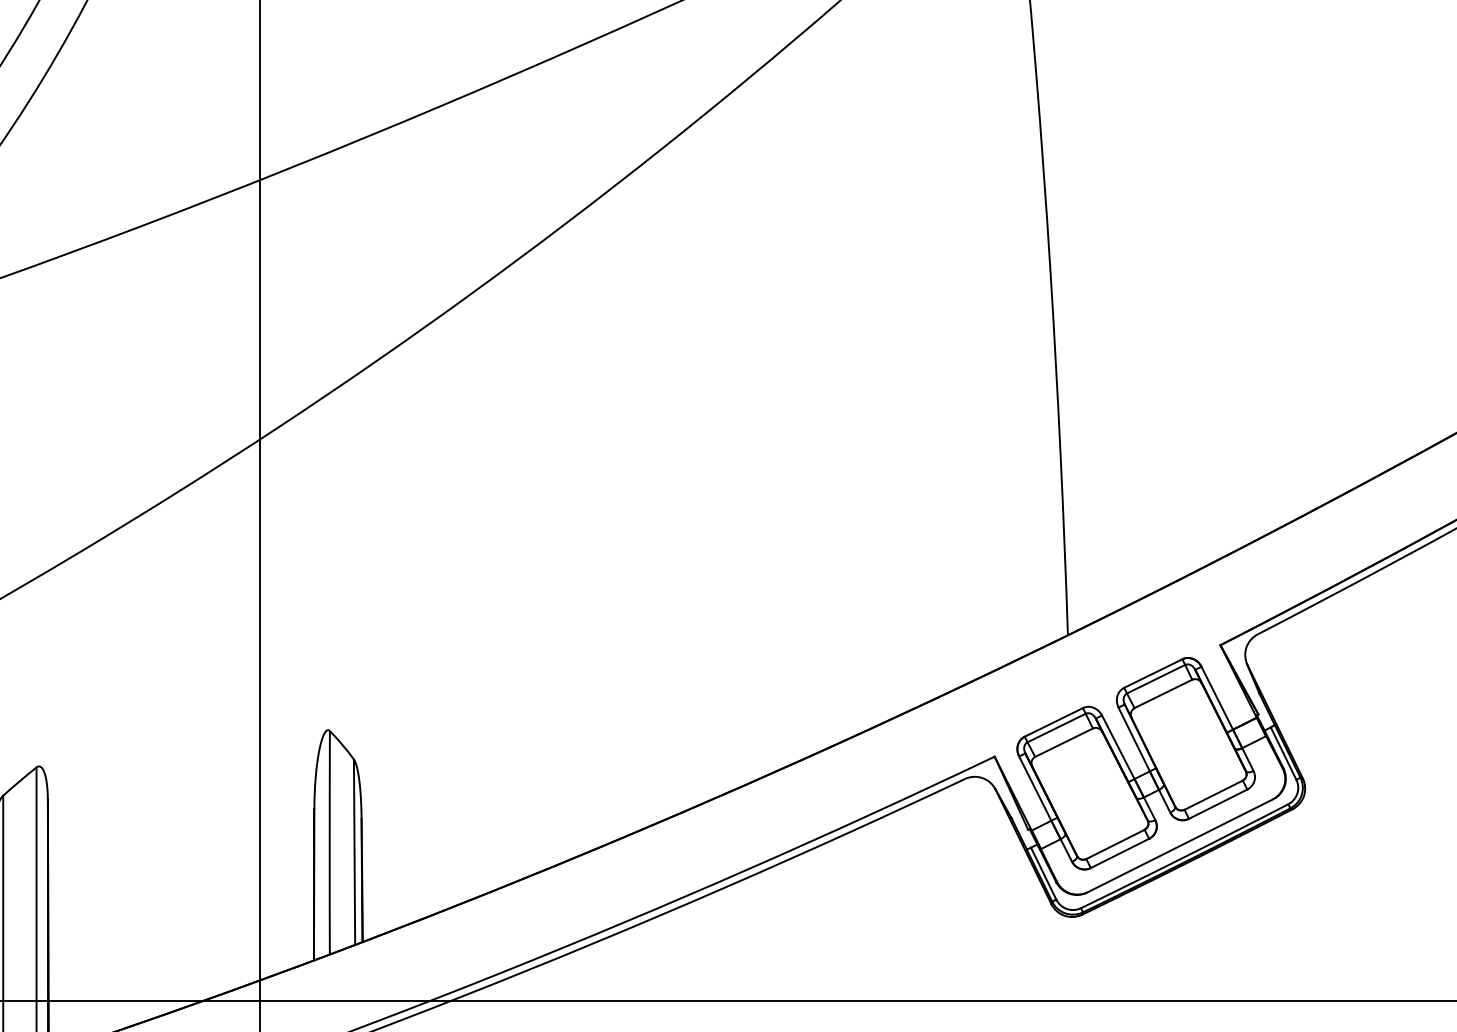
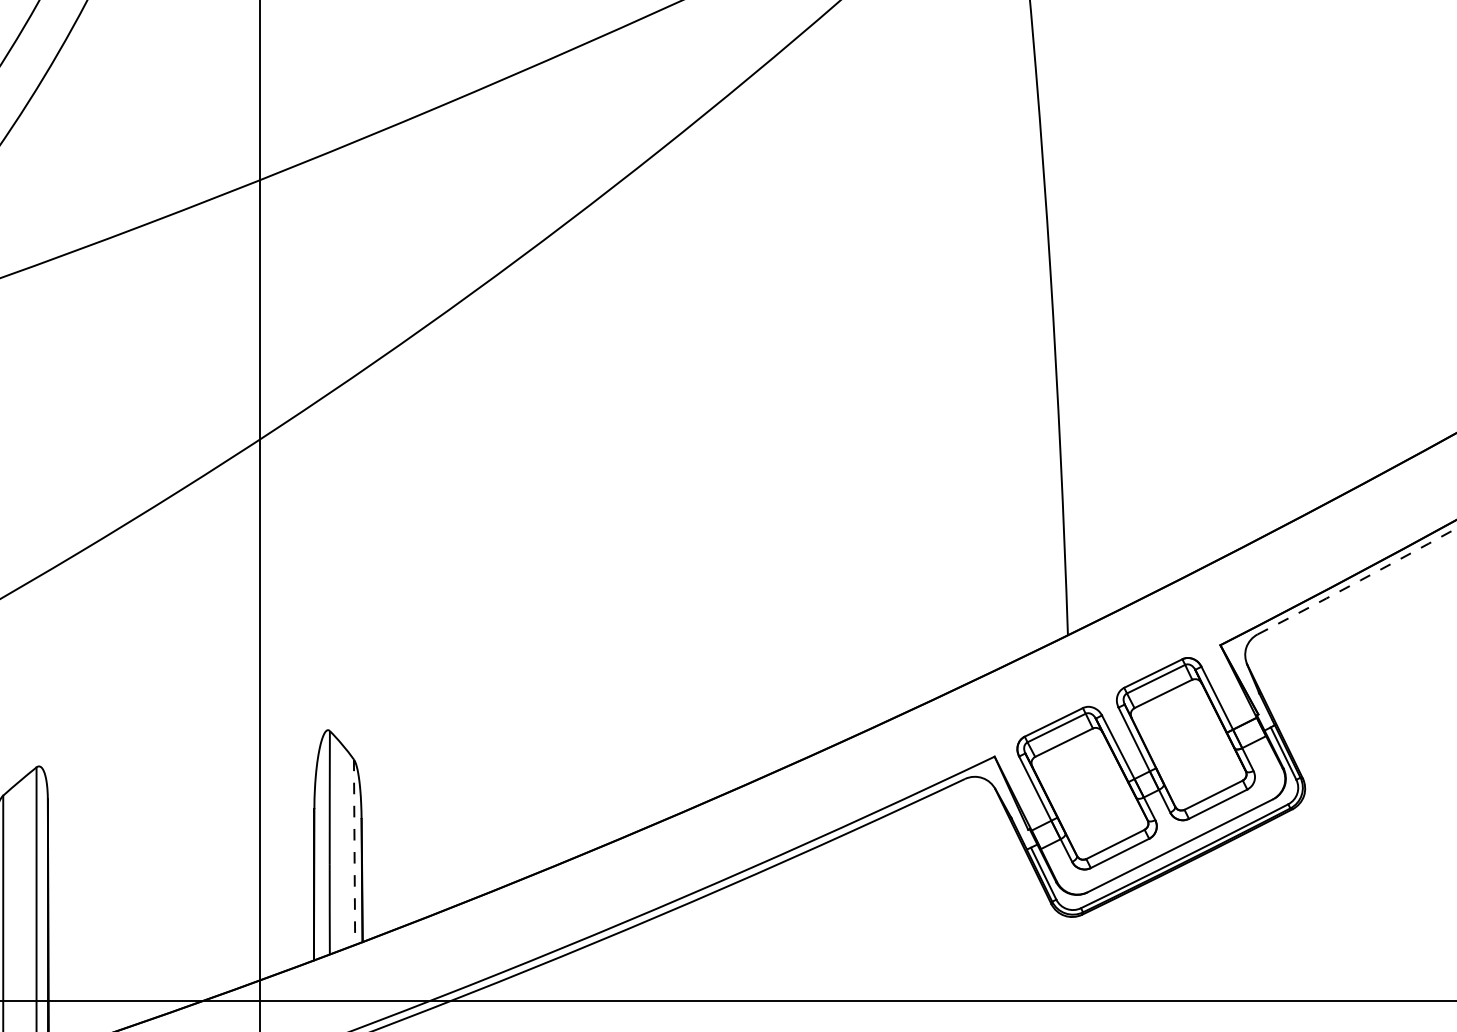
arc at (1357, 581): solid -> dashed
line at (354, 852): solid -> dashed
